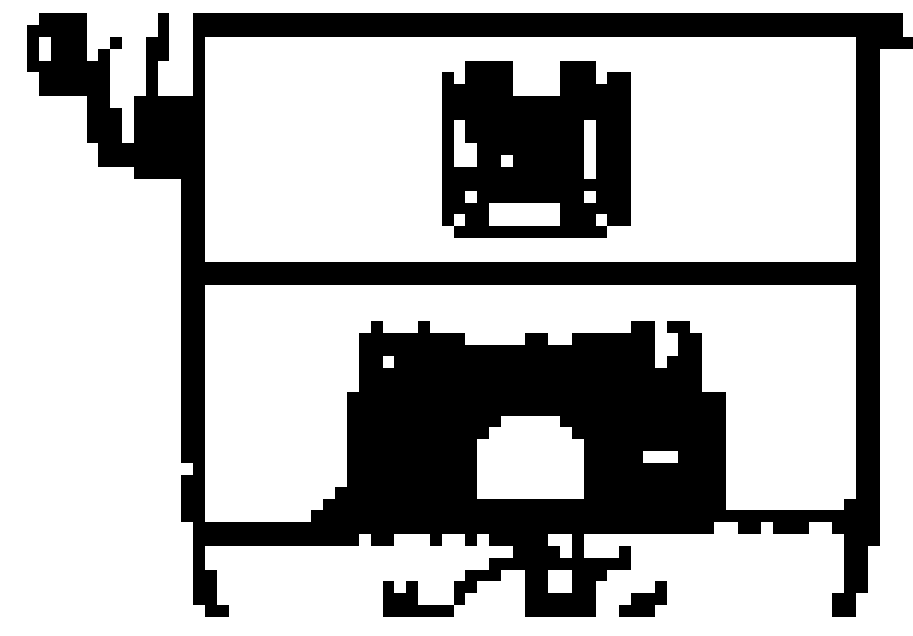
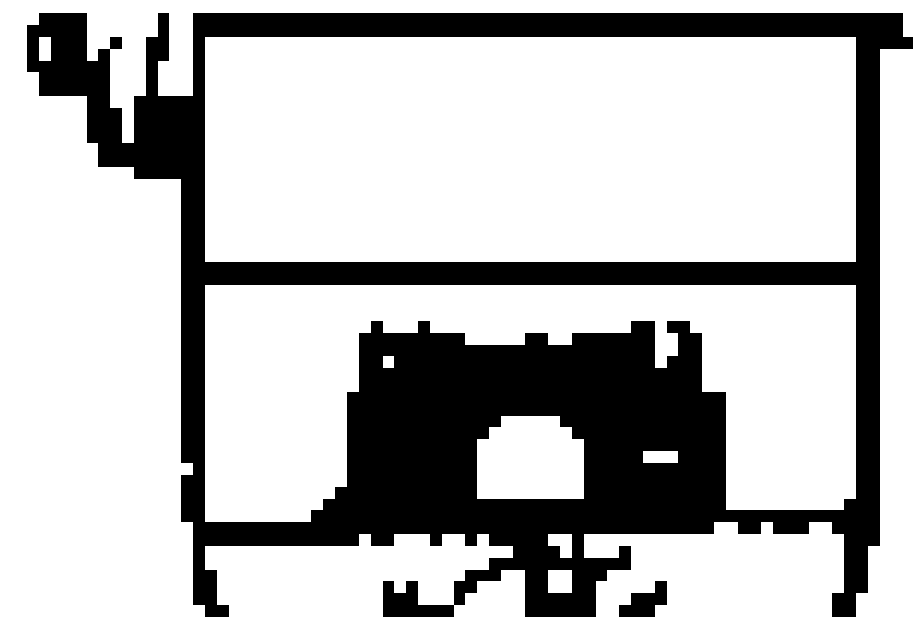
part at (536, 149): present -> none
